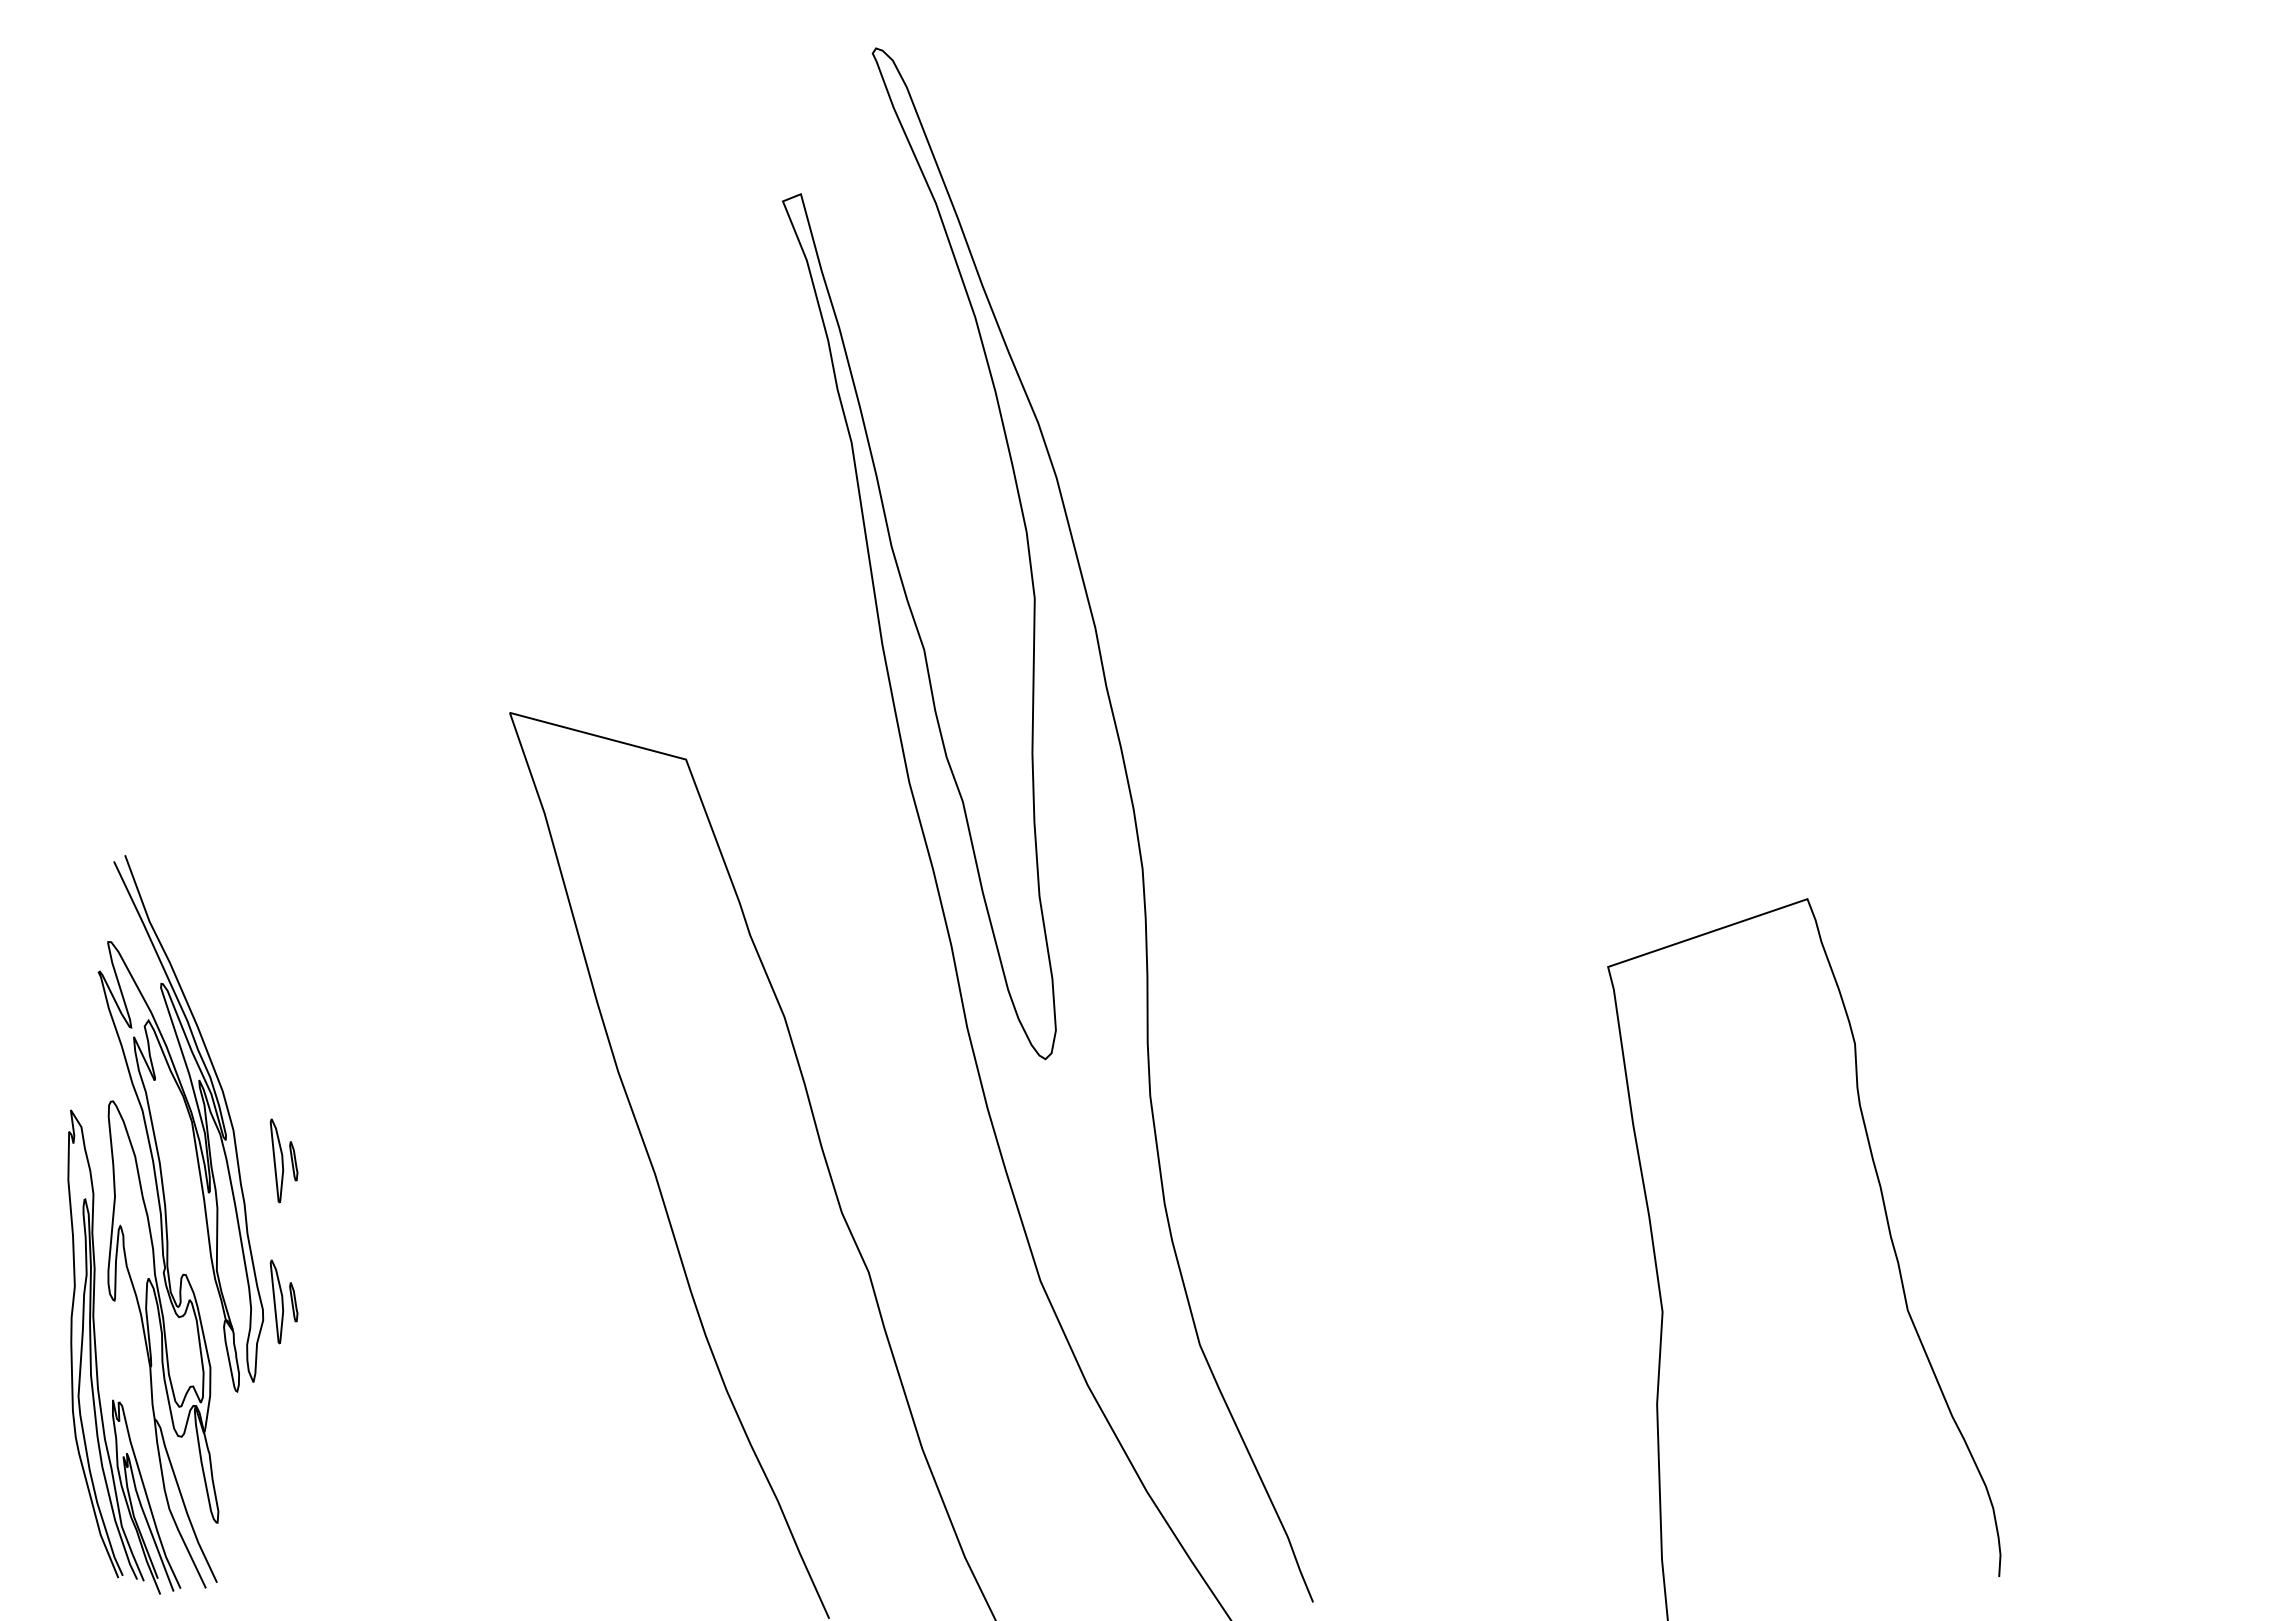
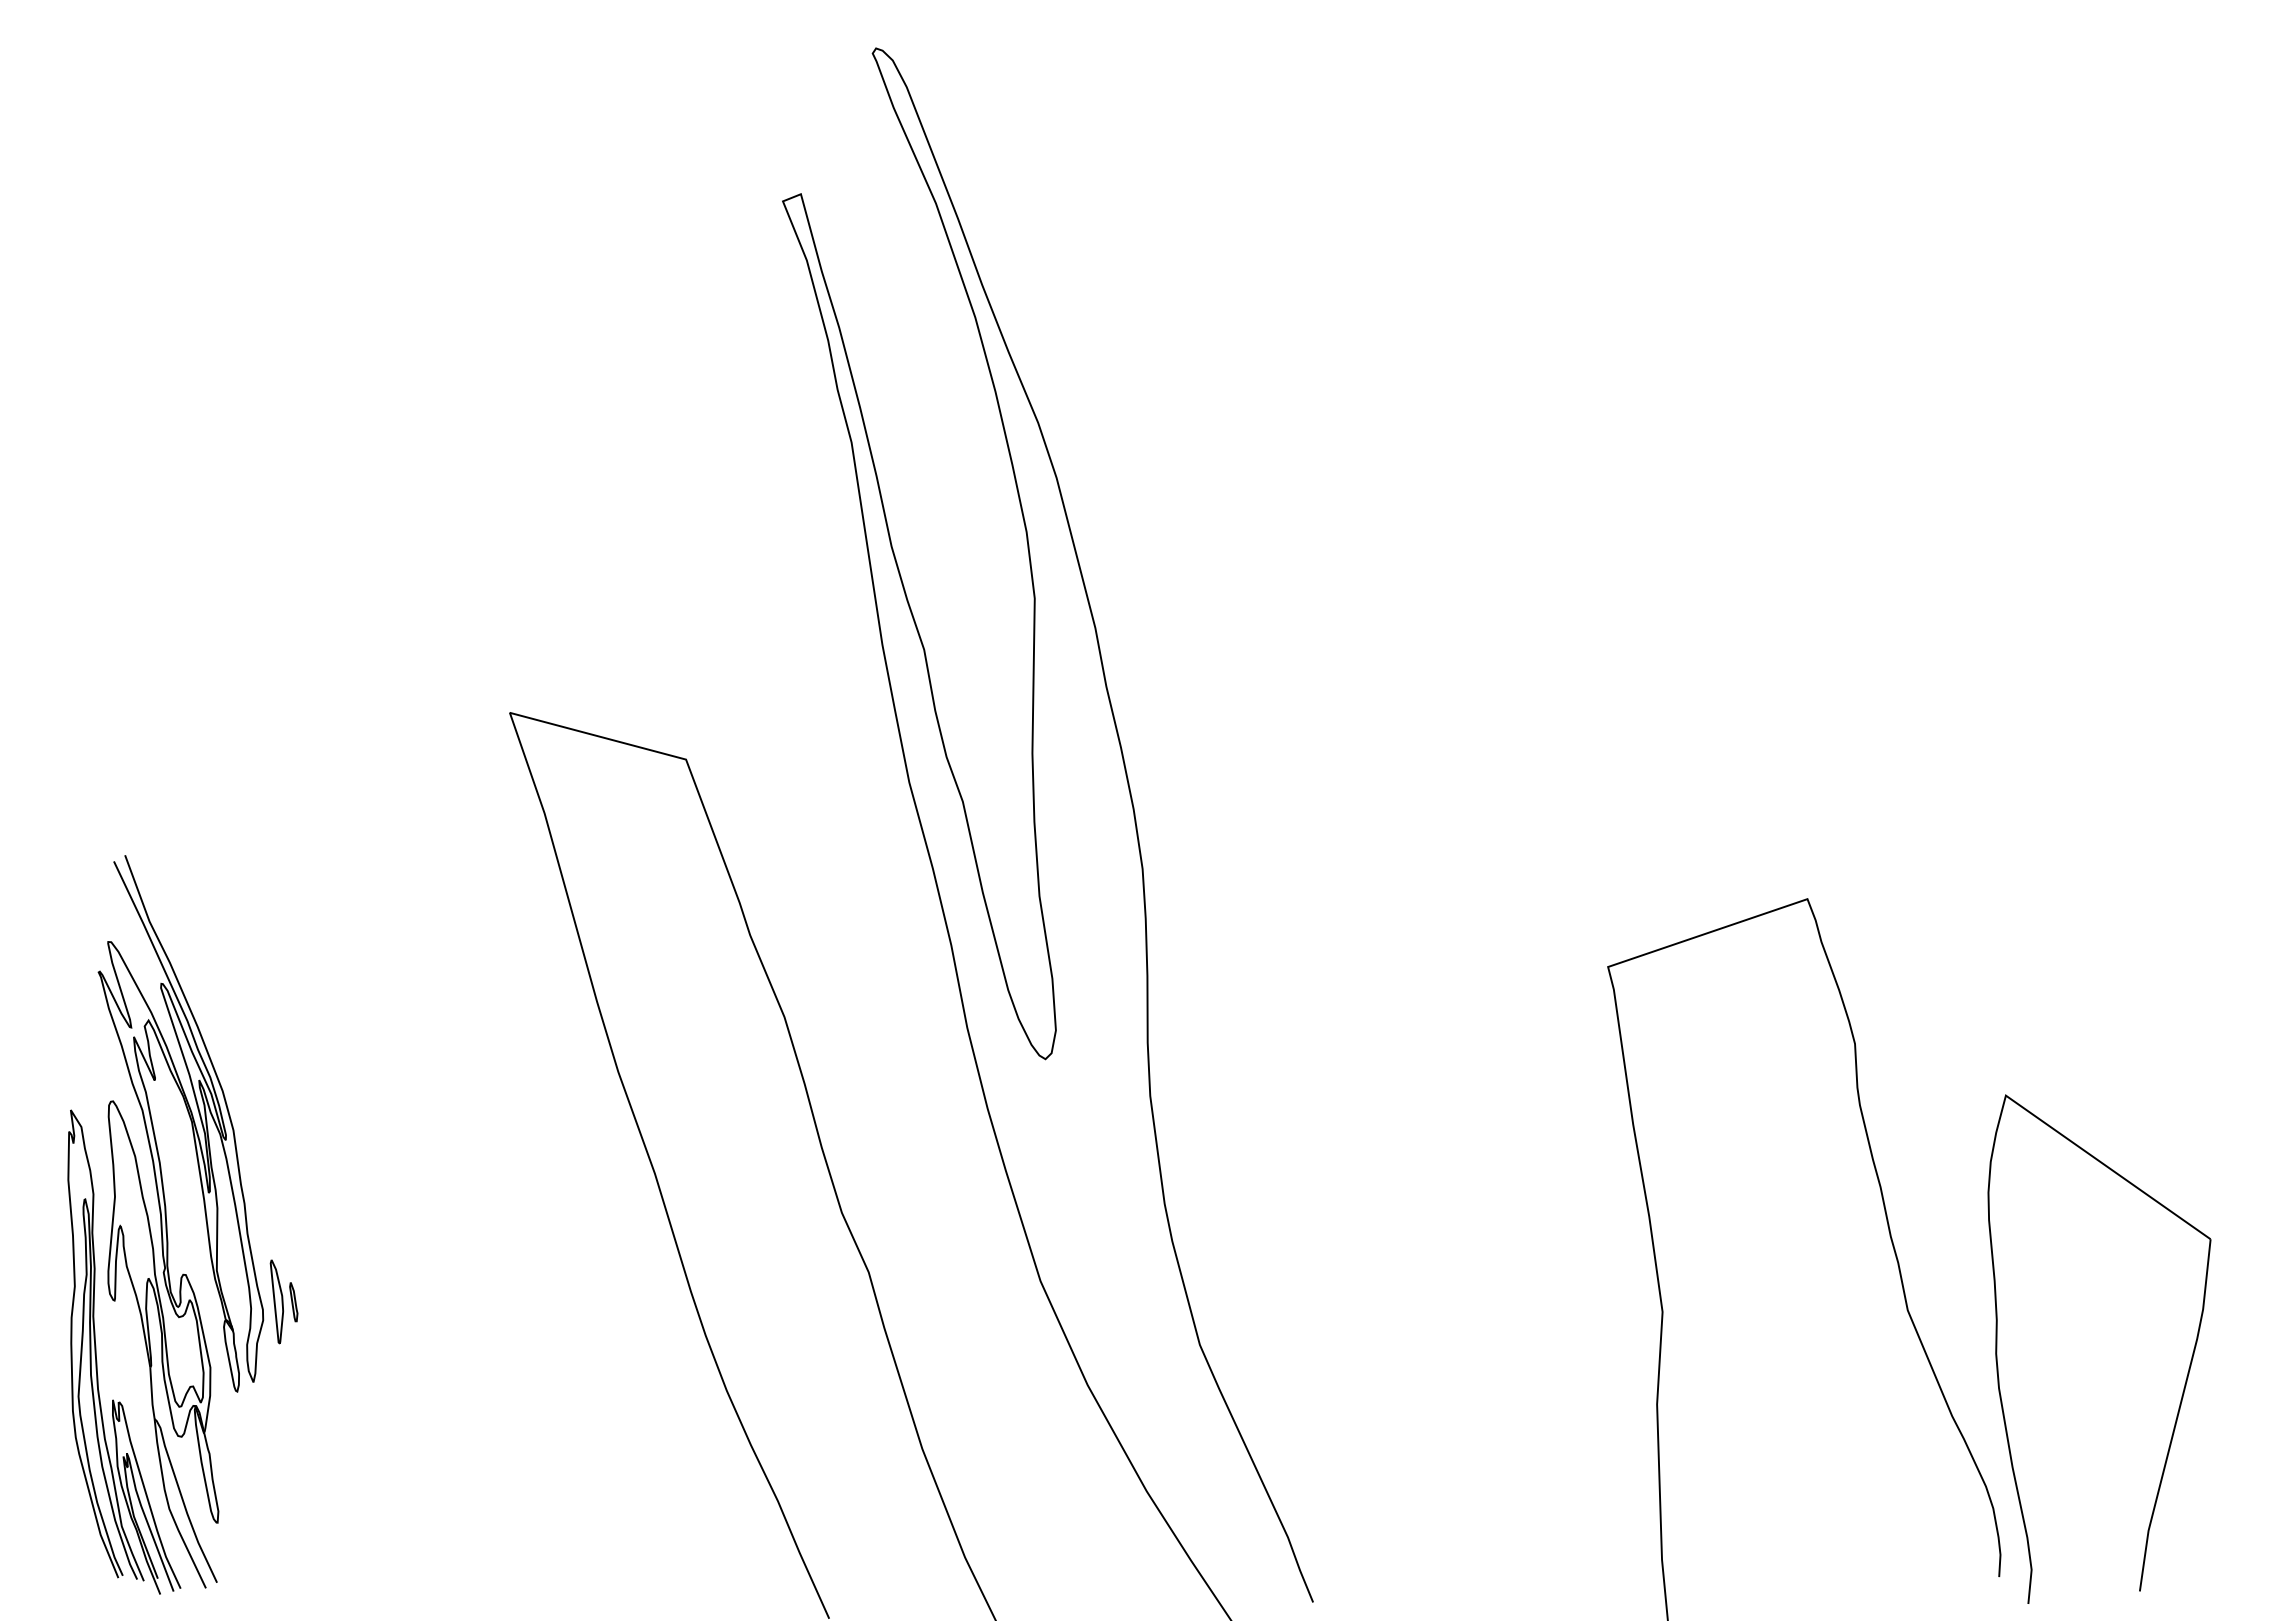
part at (283, 1160): present -> none
part at (2187, 1372): none -> present
